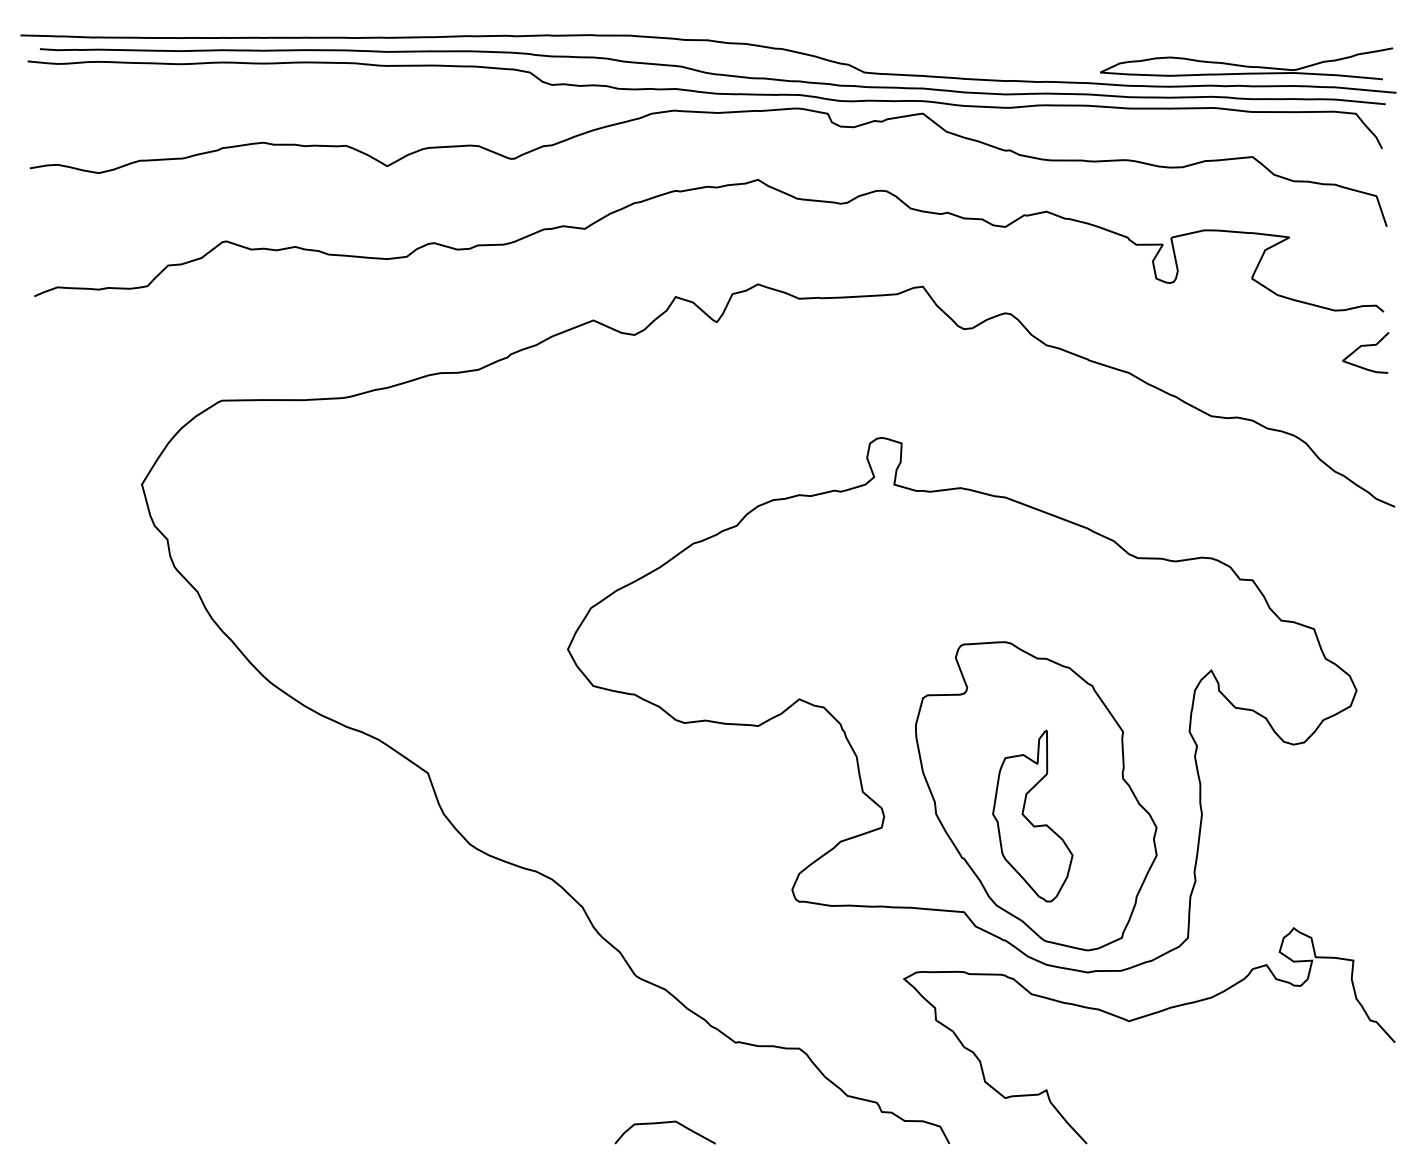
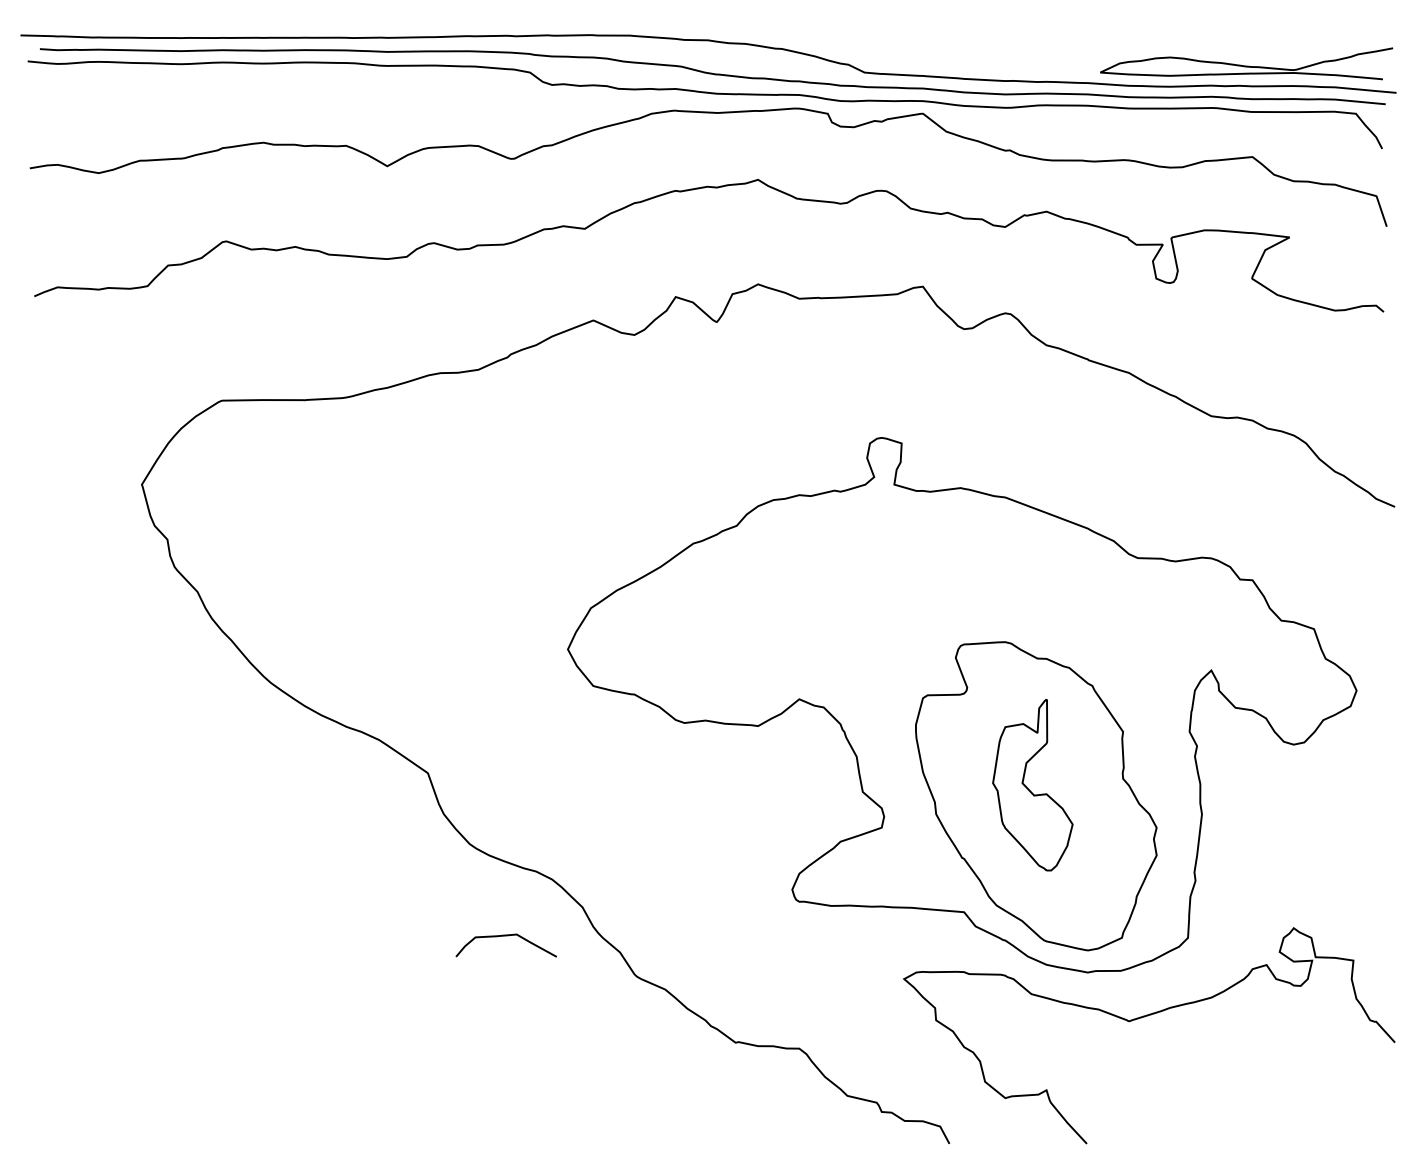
curve at (1365, 346): present -> none
part at (1032, 816) position: (1032, 816) -> (1032, 785)
curve at (664, 1123) position: (664, 1123) -> (505, 936)
